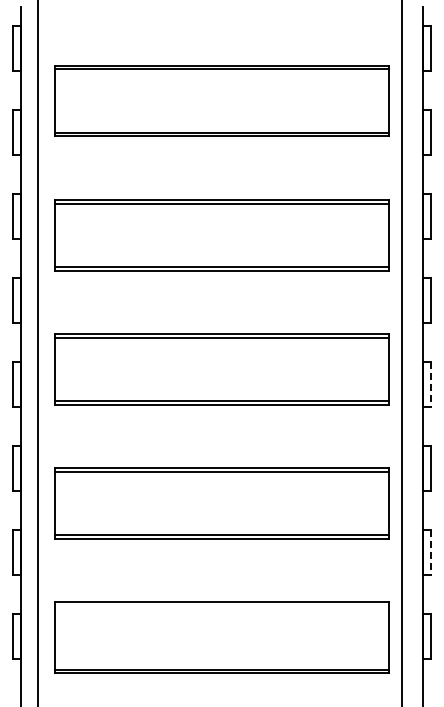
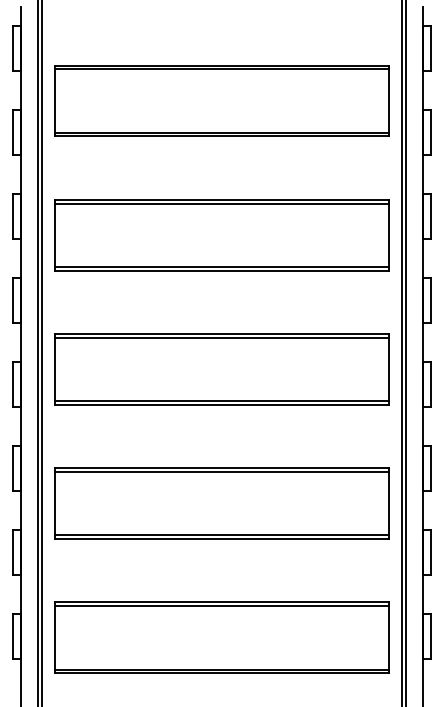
line at (41, 352): none -> present
line at (406, 352): none -> present
line at (430, 385): dashed -> solid
line at (430, 553): dashed -> solid
line at (221, 606): none -> present
